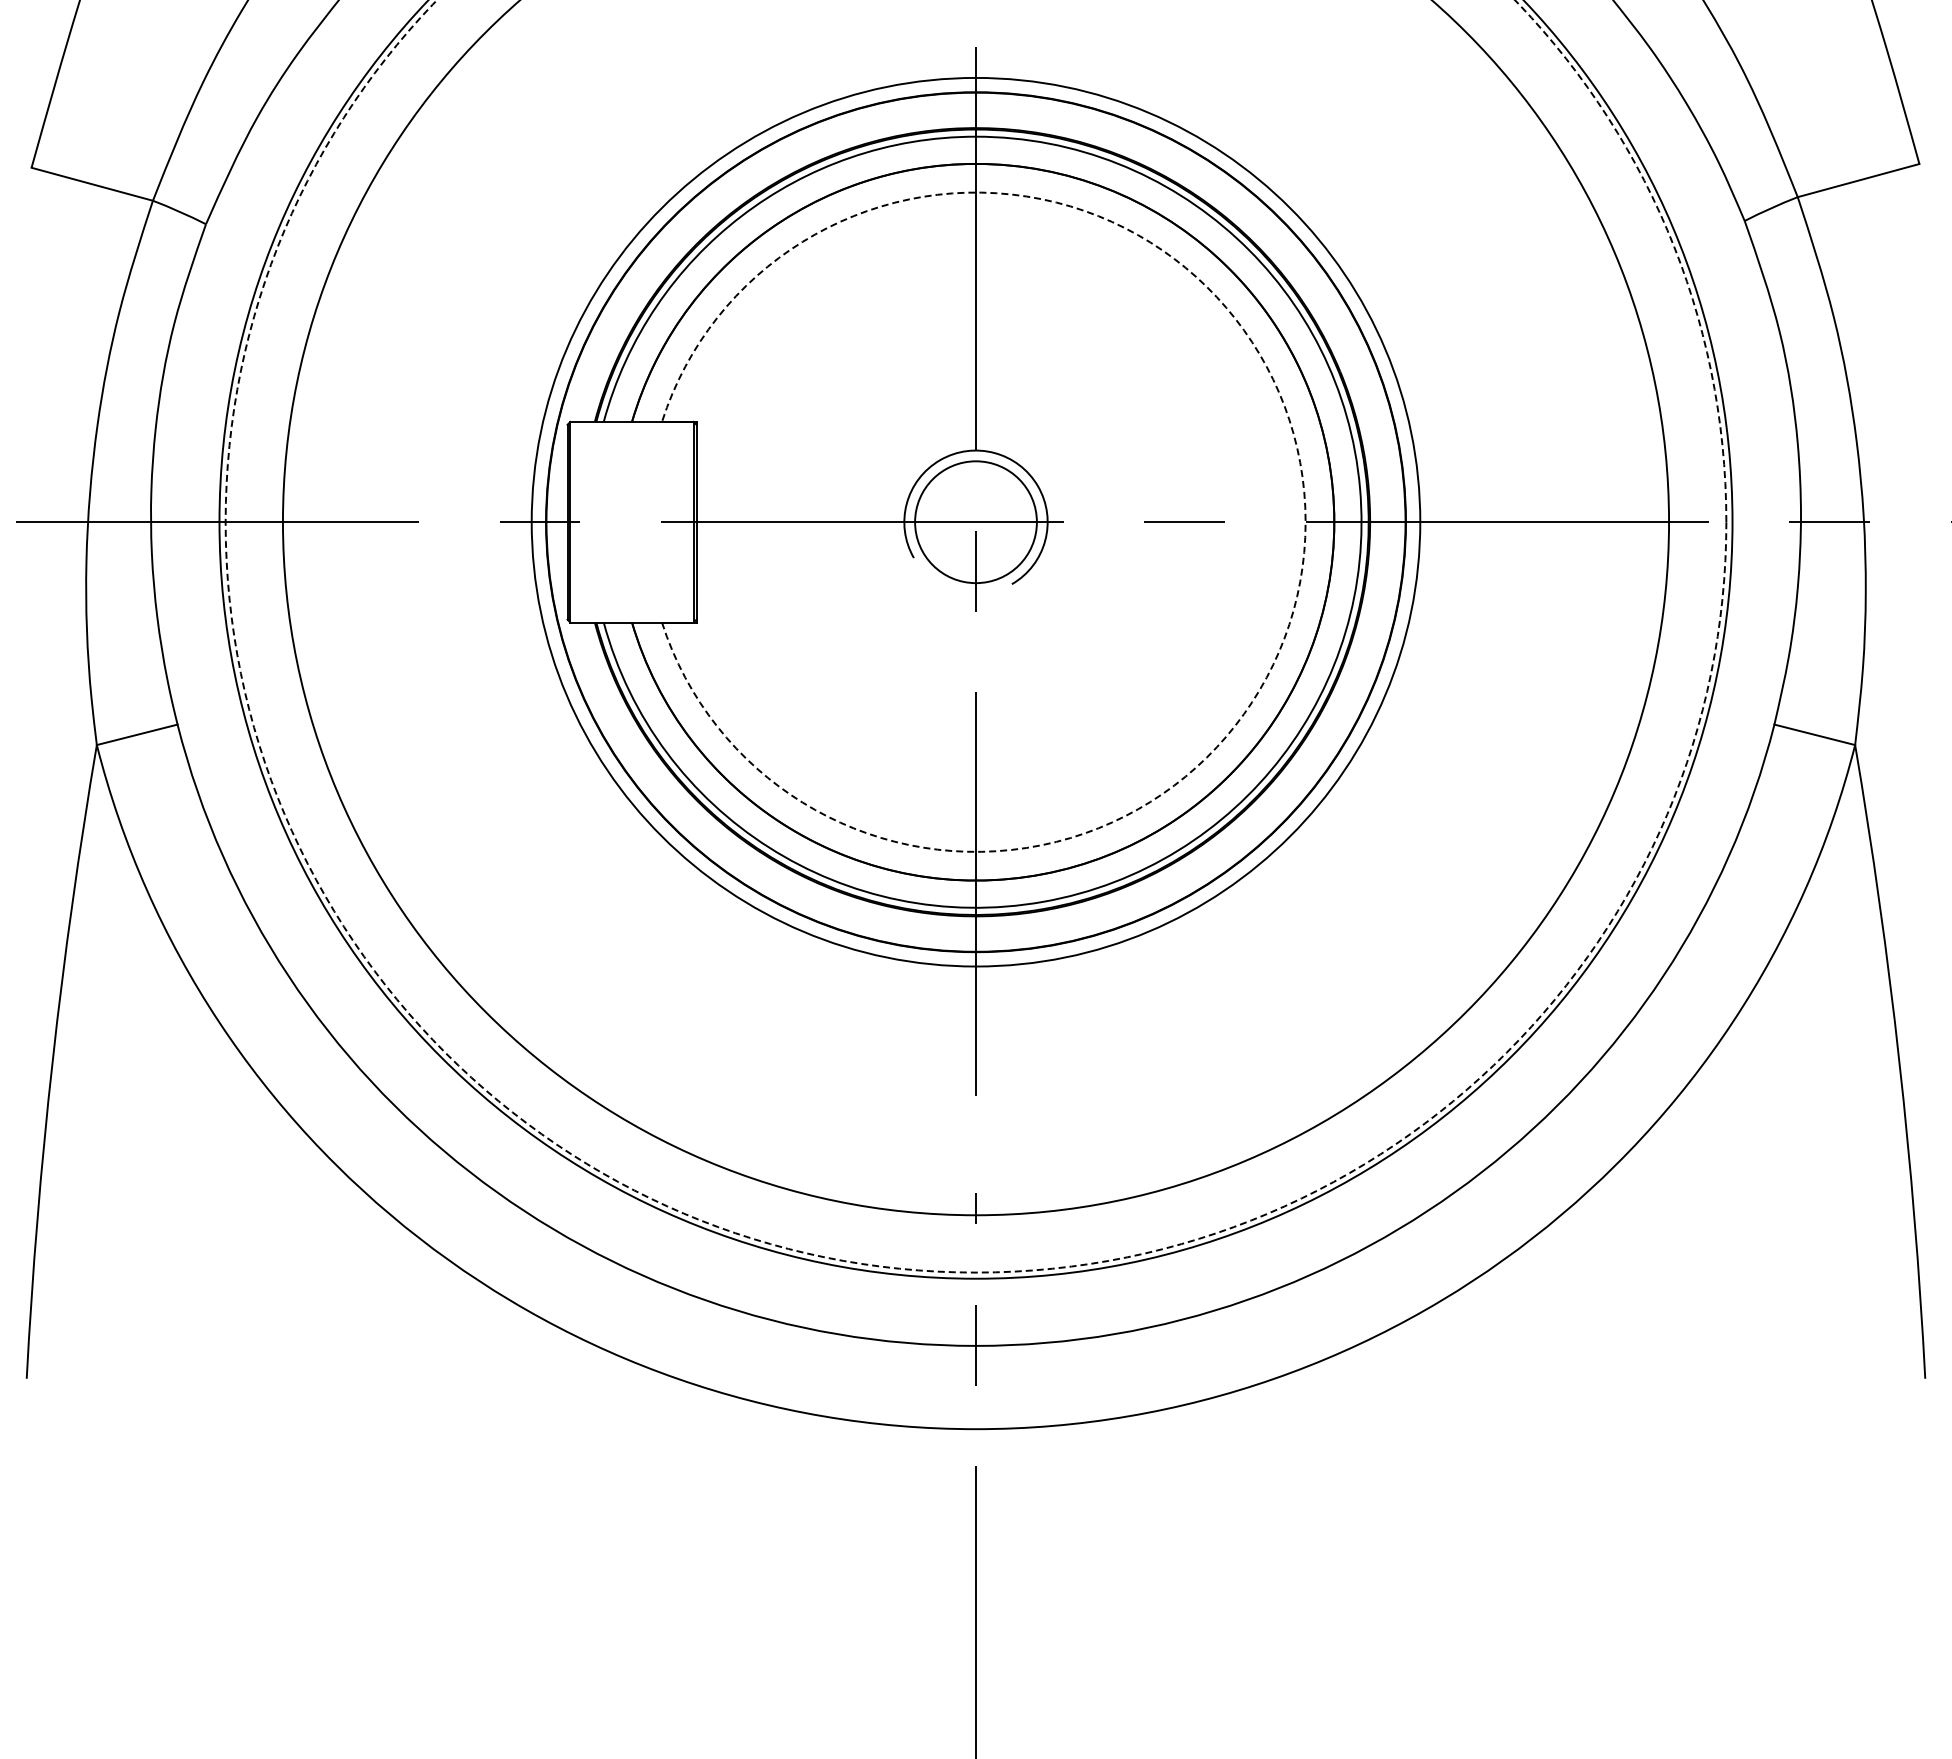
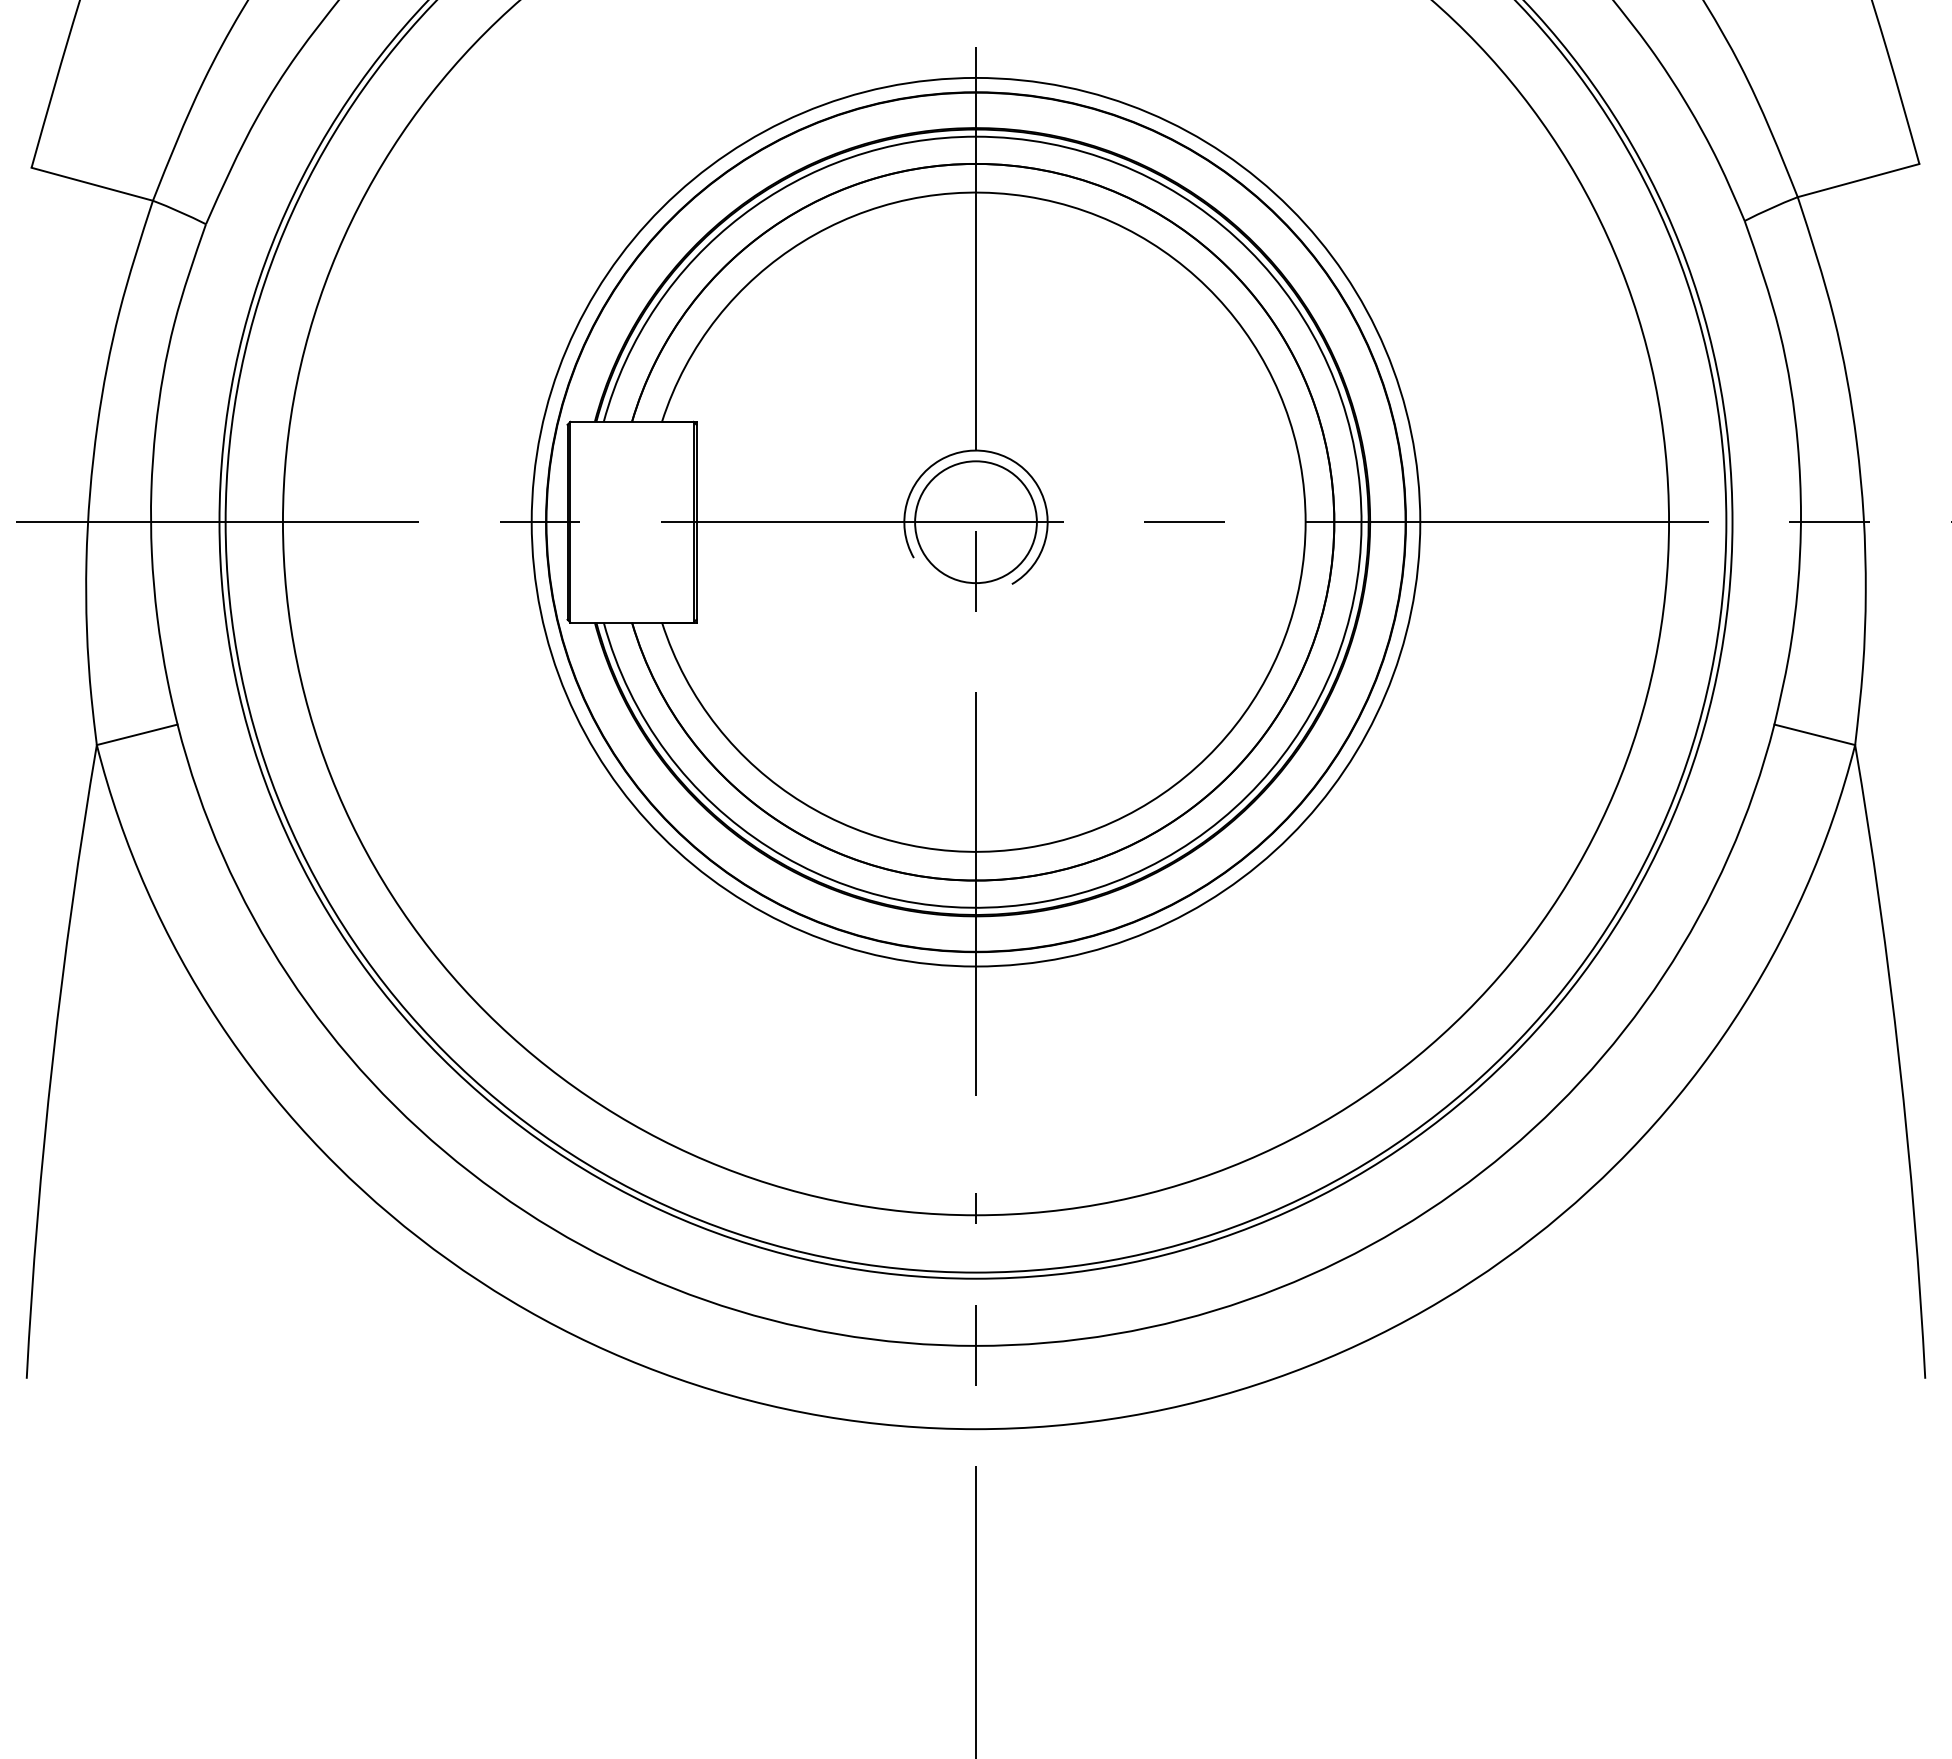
arc at (1305, 522): dashed -> solid
circle at (975, 636): dashed -> solid
